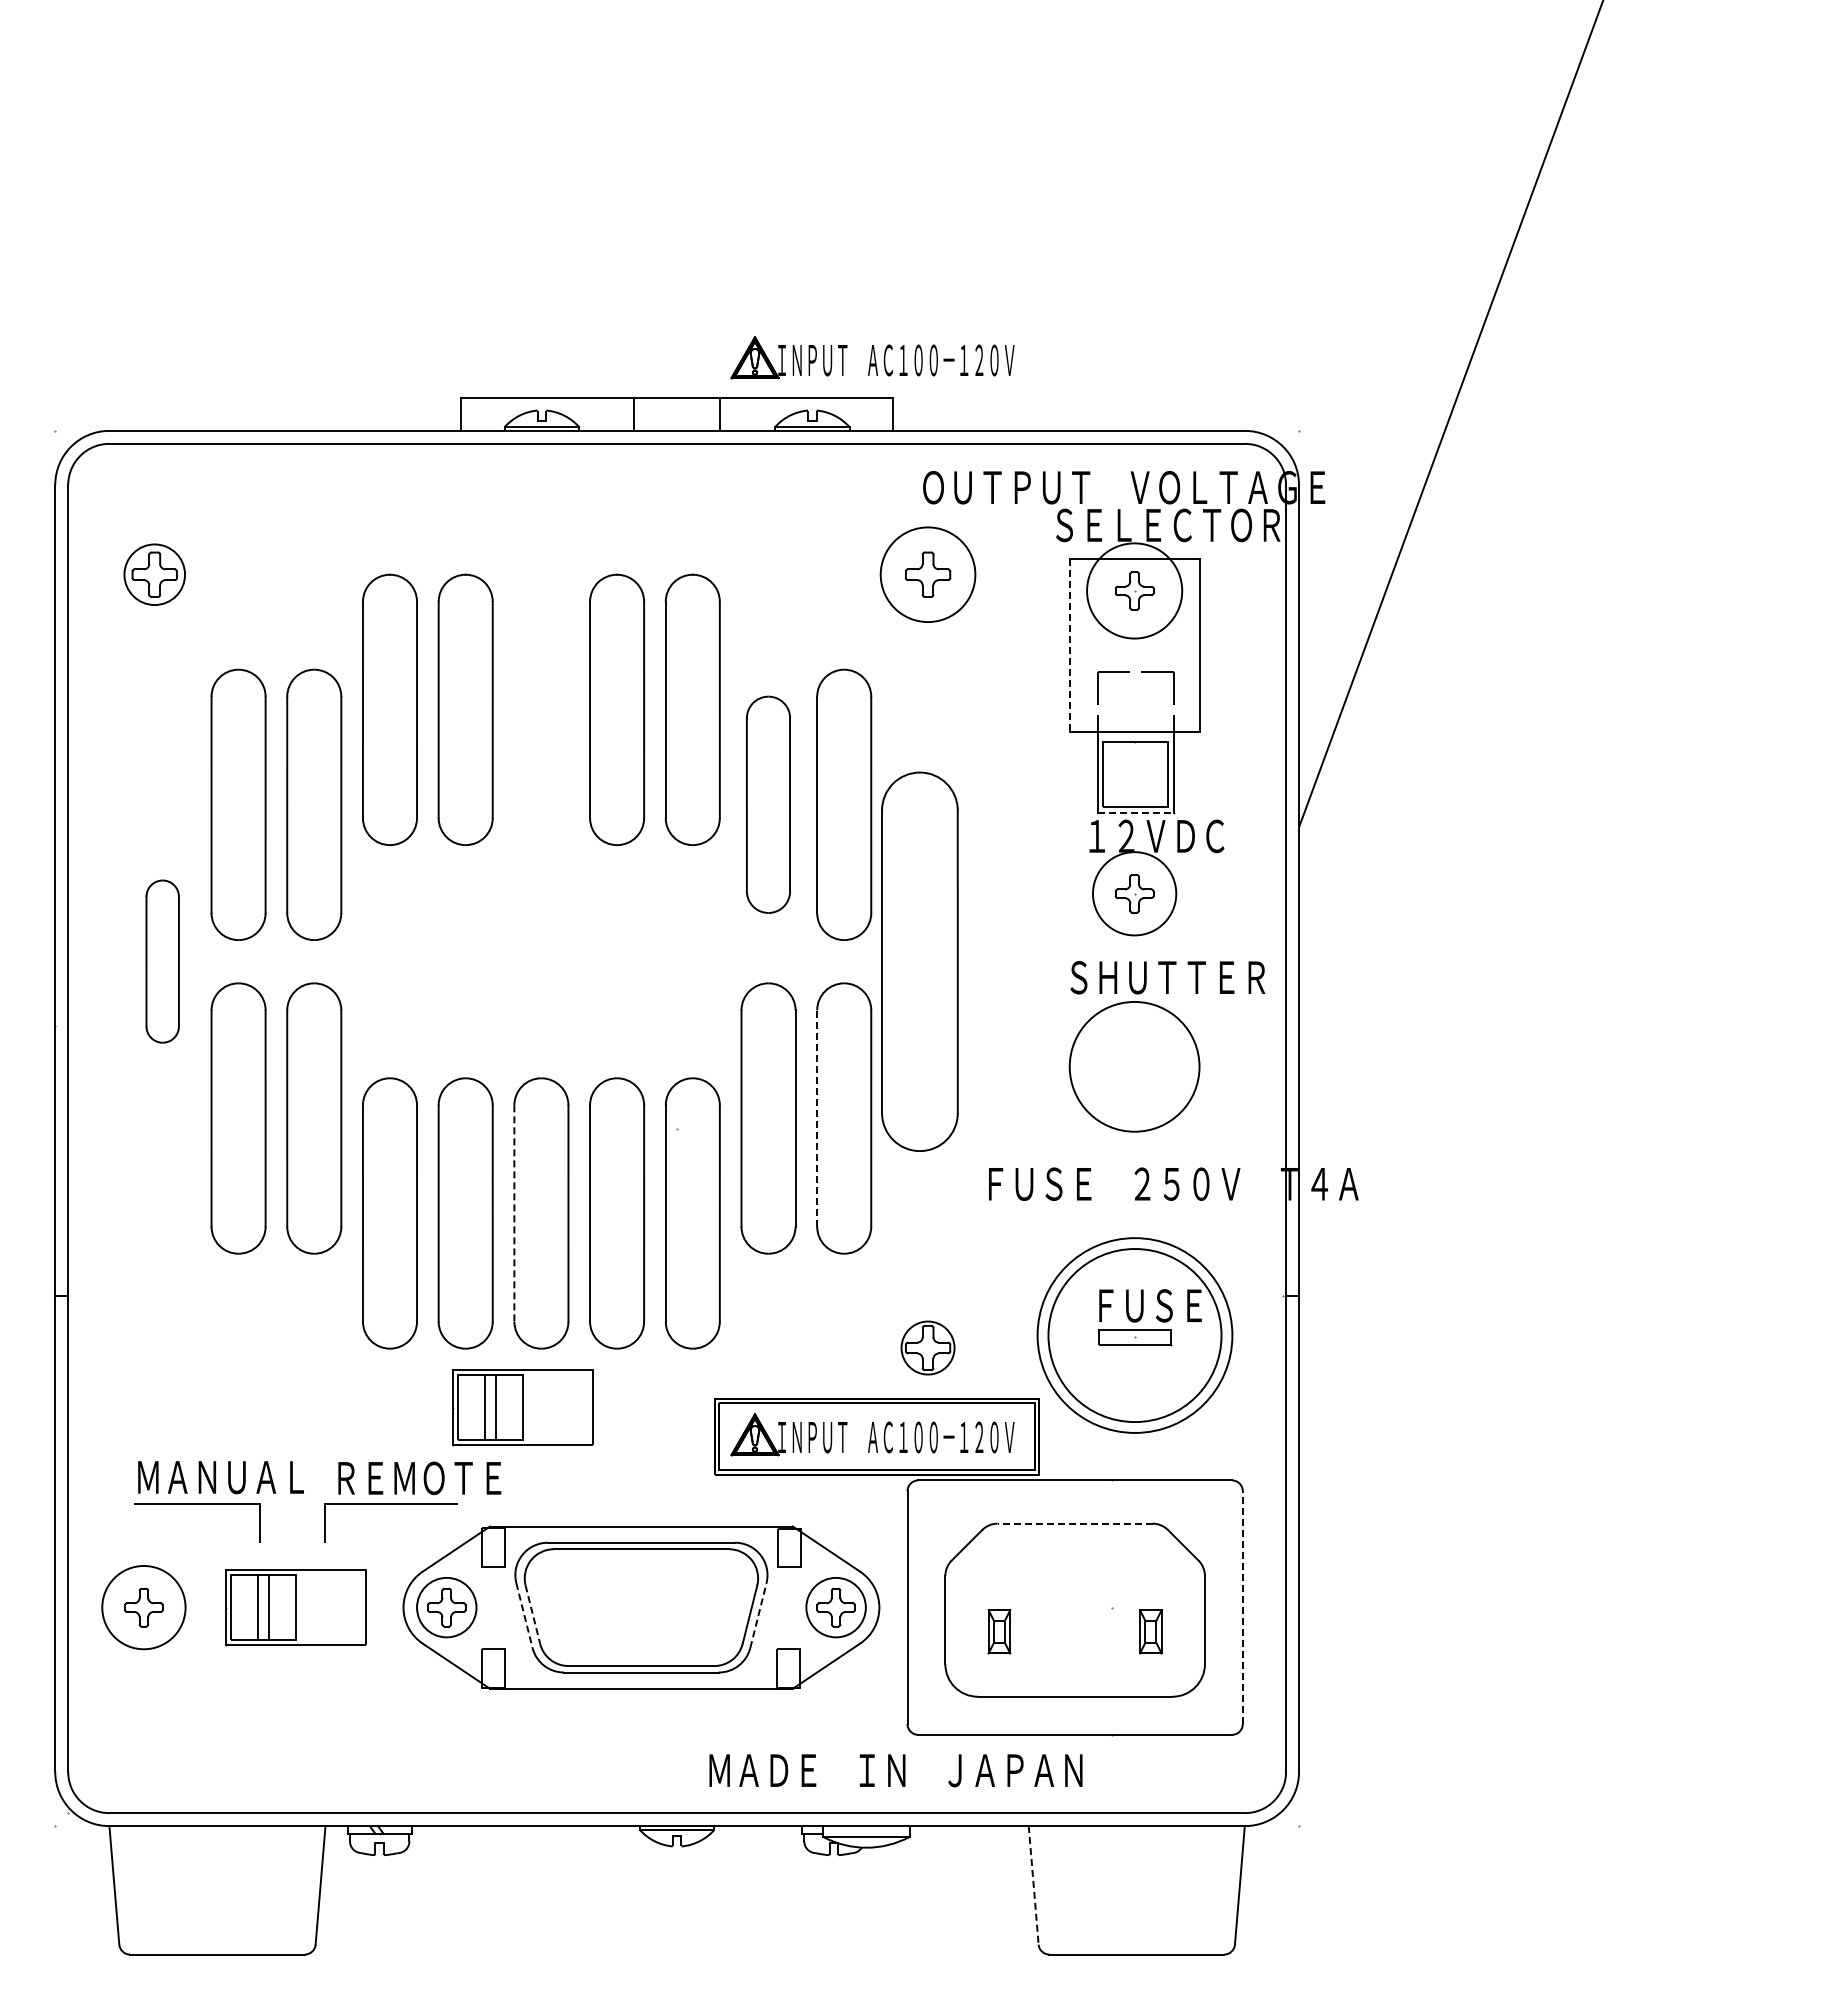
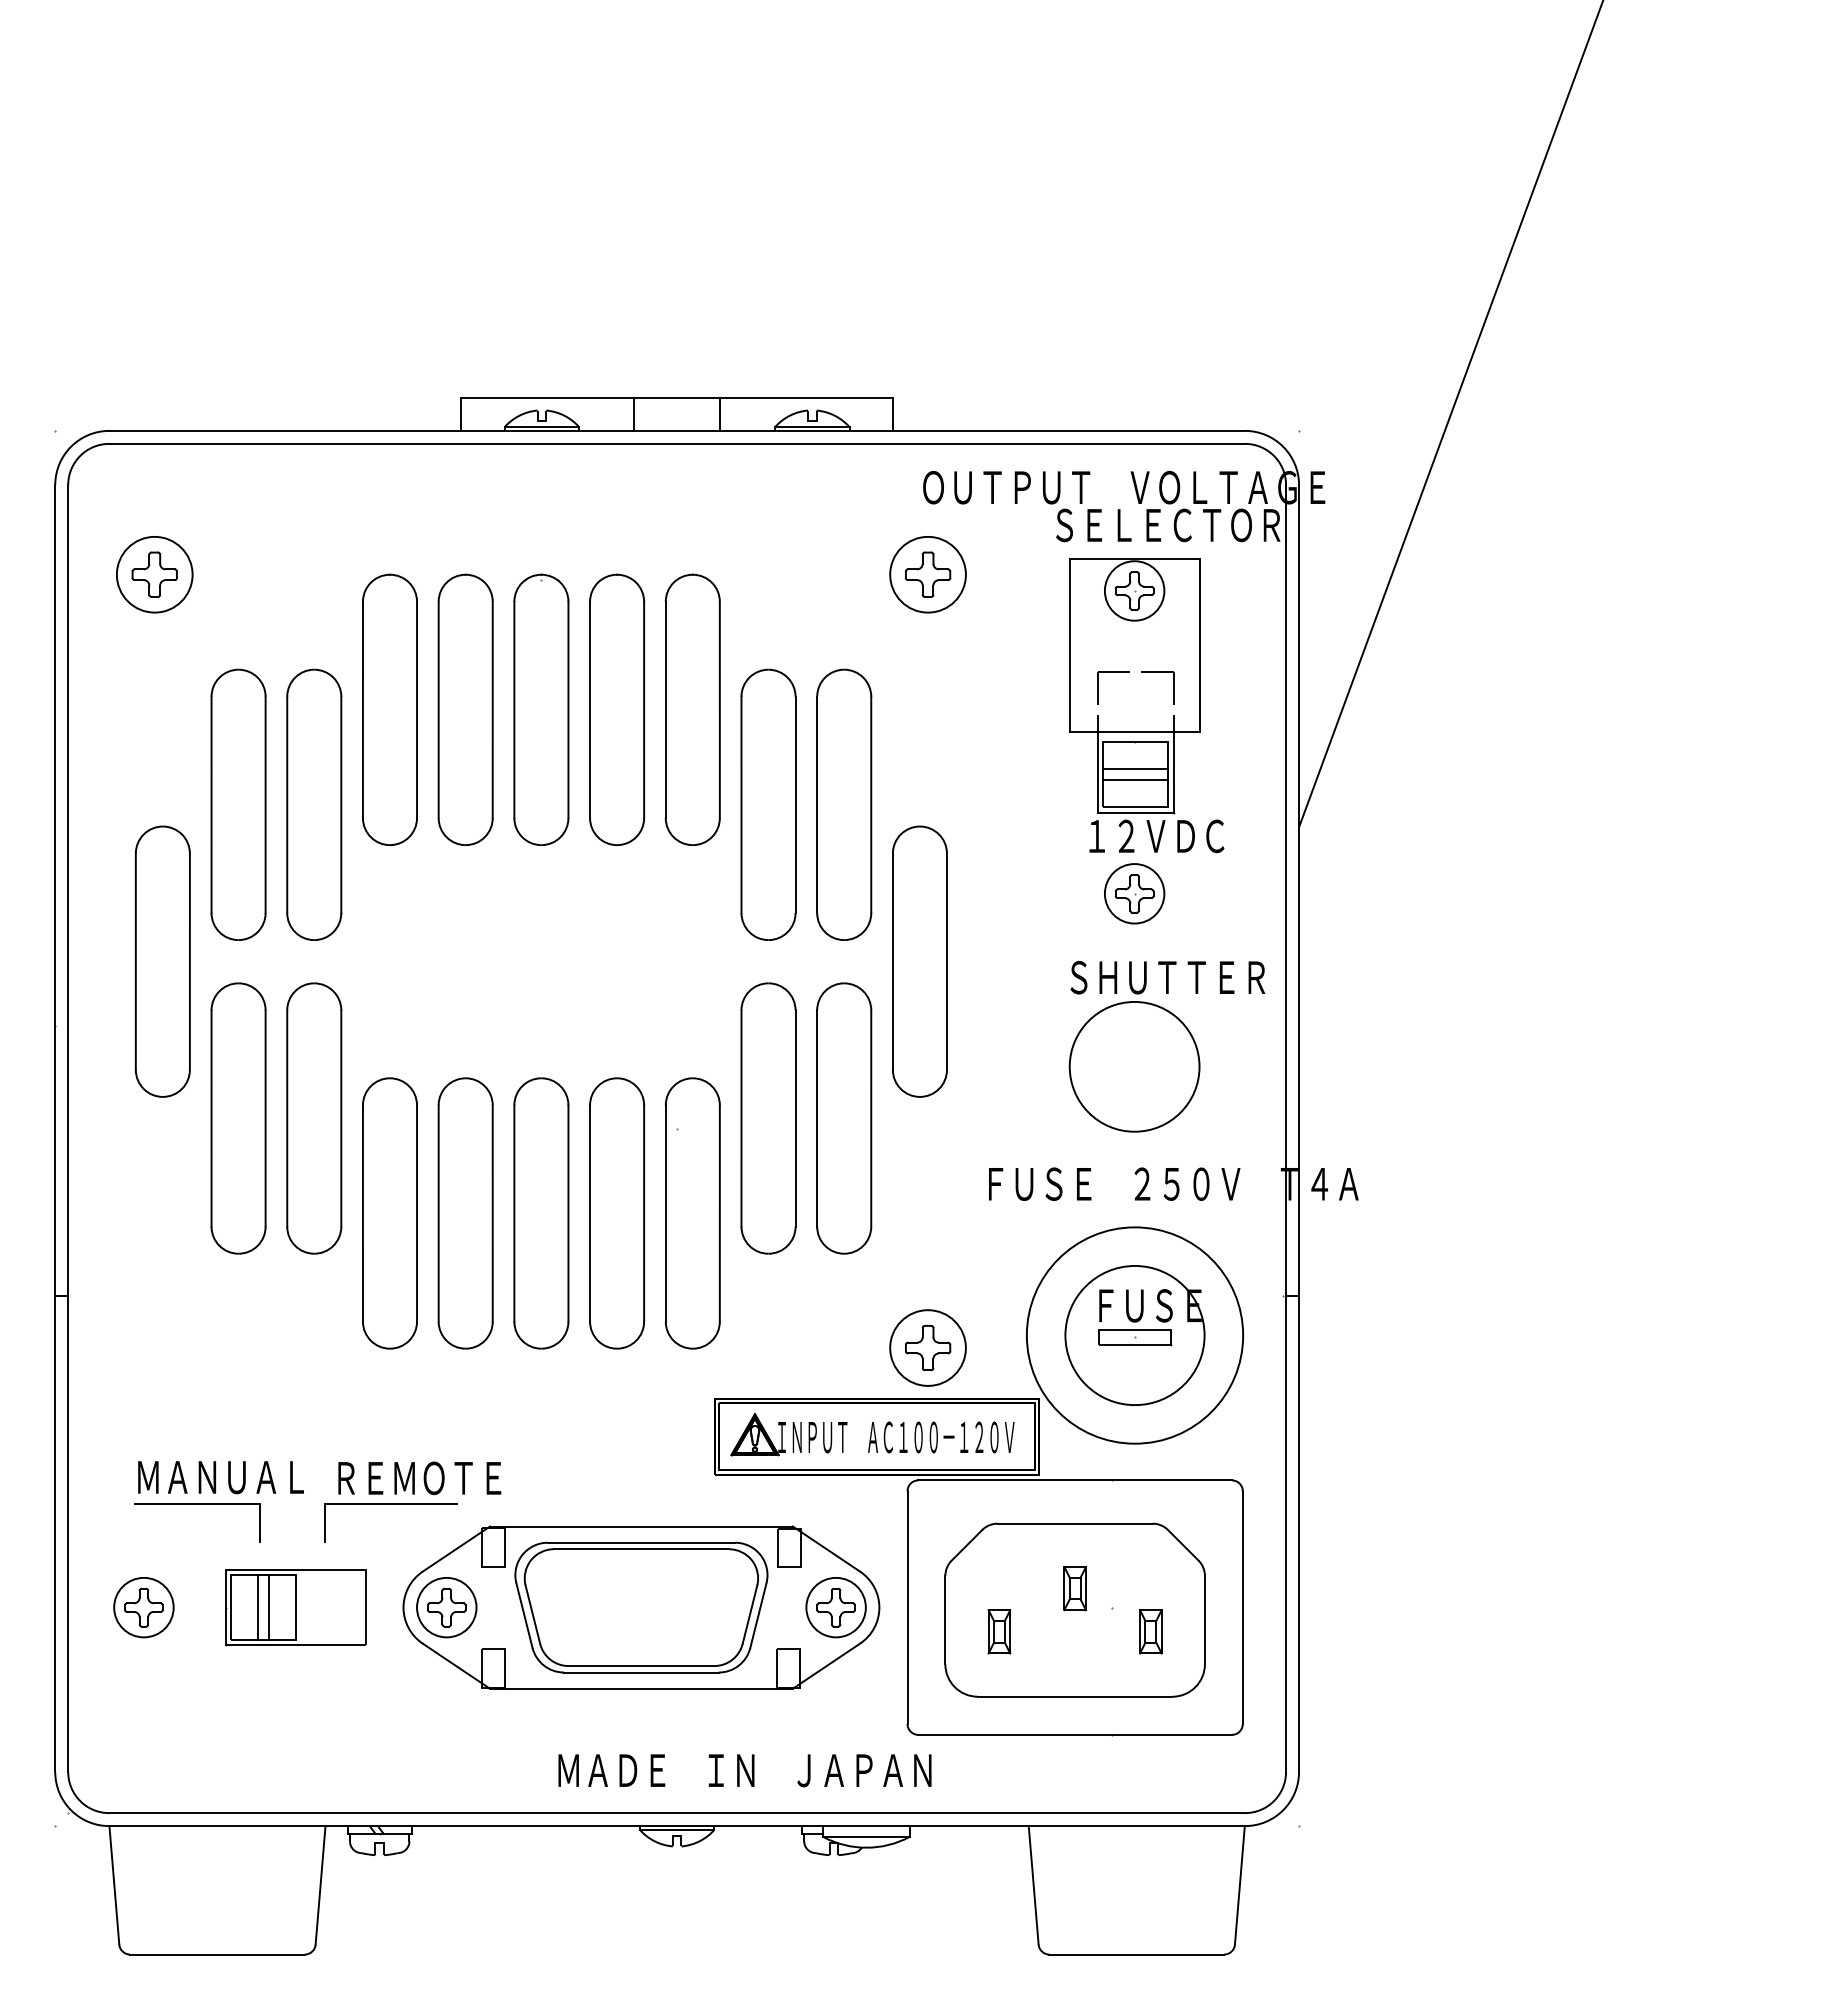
part at (872, 357): present -> none
circle at (154, 574) diameter: 61 px -> 76 px
circle at (927, 574) diameter: 95 px -> 76 px
circle at (1134, 590) diameter: 95 px -> 59 px
line at (1069, 645): dashed -> solid
part at (541, 709): none -> present
line at (1135, 769): none -> present
line at (1135, 780): none -> present
part at (768, 804) size: 45x219 px -> 57x273 px
line at (1135, 812): dashed -> solid
circle at (1134, 893) diameter: 83 px -> 59 px
part at (162, 961) size: 35x165 px -> 57x273 px
part at (919, 961) size: 78x381 px -> 56x273 px
line at (817, 1118): dashed -> solid
line at (514, 1214): dashed -> solid
circle at (1134, 1335) diameter: 173 px -> 216 px
circle at (1134, 1335) diameter: 195 px -> 139 px
circle at (927, 1347) diameter: 53 px -> 76 px
part at (522, 1407): present -> none
line at (1075, 1523): dashed -> solid
part at (1074, 1588): none -> present
circle at (143, 1607) diameter: 83 px -> 59 px
line at (1242, 1607): dashed -> solid
line at (524, 1615): dashed -> solid
line at (533, 1615): dashed -> solid
line at (758, 1615): dashed -> solid
text at (895, 1770) position: (895, 1770) -> (744, 1770)
line at (1033, 1885): dashed -> solid
